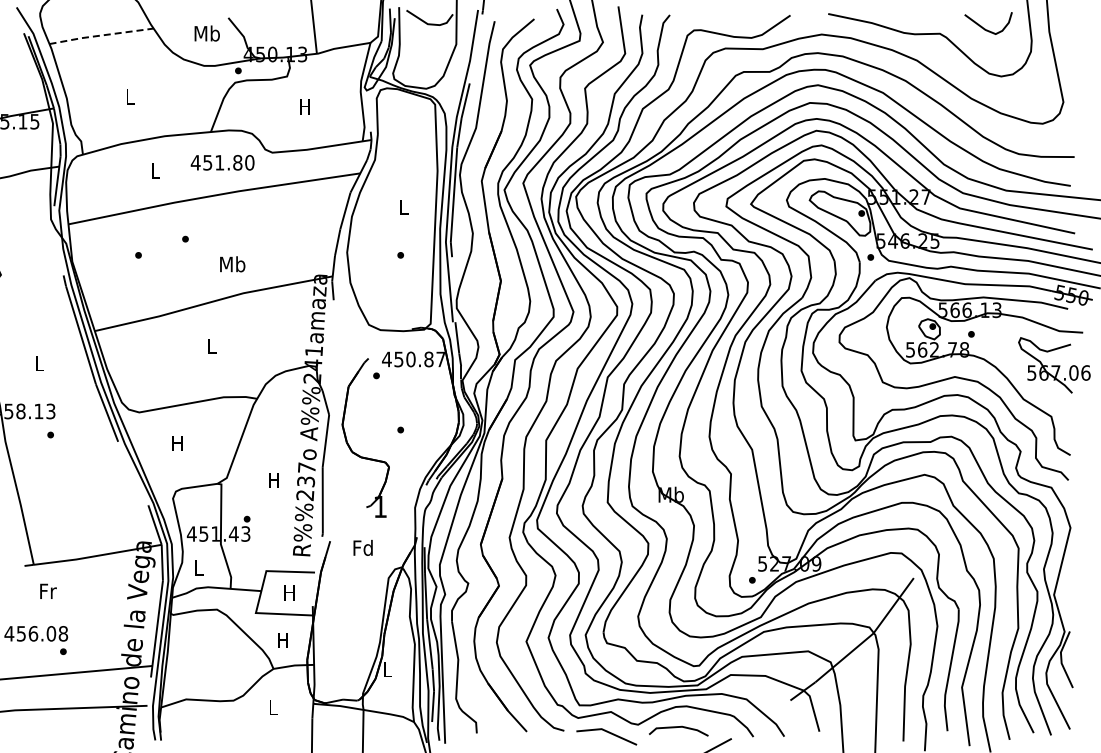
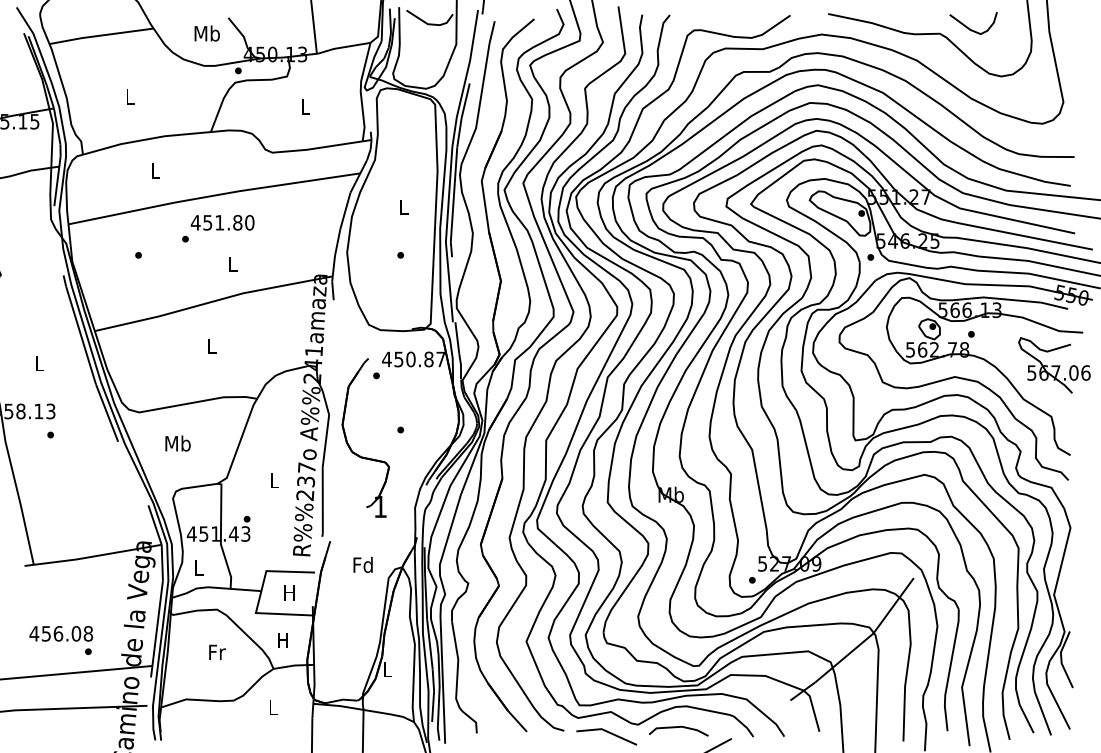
curve at (985, 28) position: (985, 28) -> (970, 28)
line at (101, 35): dashed -> solid
text at (304, 106): H -> L
text at (222, 162) position: (222, 162) -> (222, 222)
text at (232, 264): Mb -> L
text at (177, 443): H -> Mb
text at (273, 480): H -> L
text at (362, 547) position: (362, 547) -> (362, 564)
text at (48, 590) position: (48, 590) -> (217, 651)
text at (36, 640) position: (36, 640) -> (61, 640)
